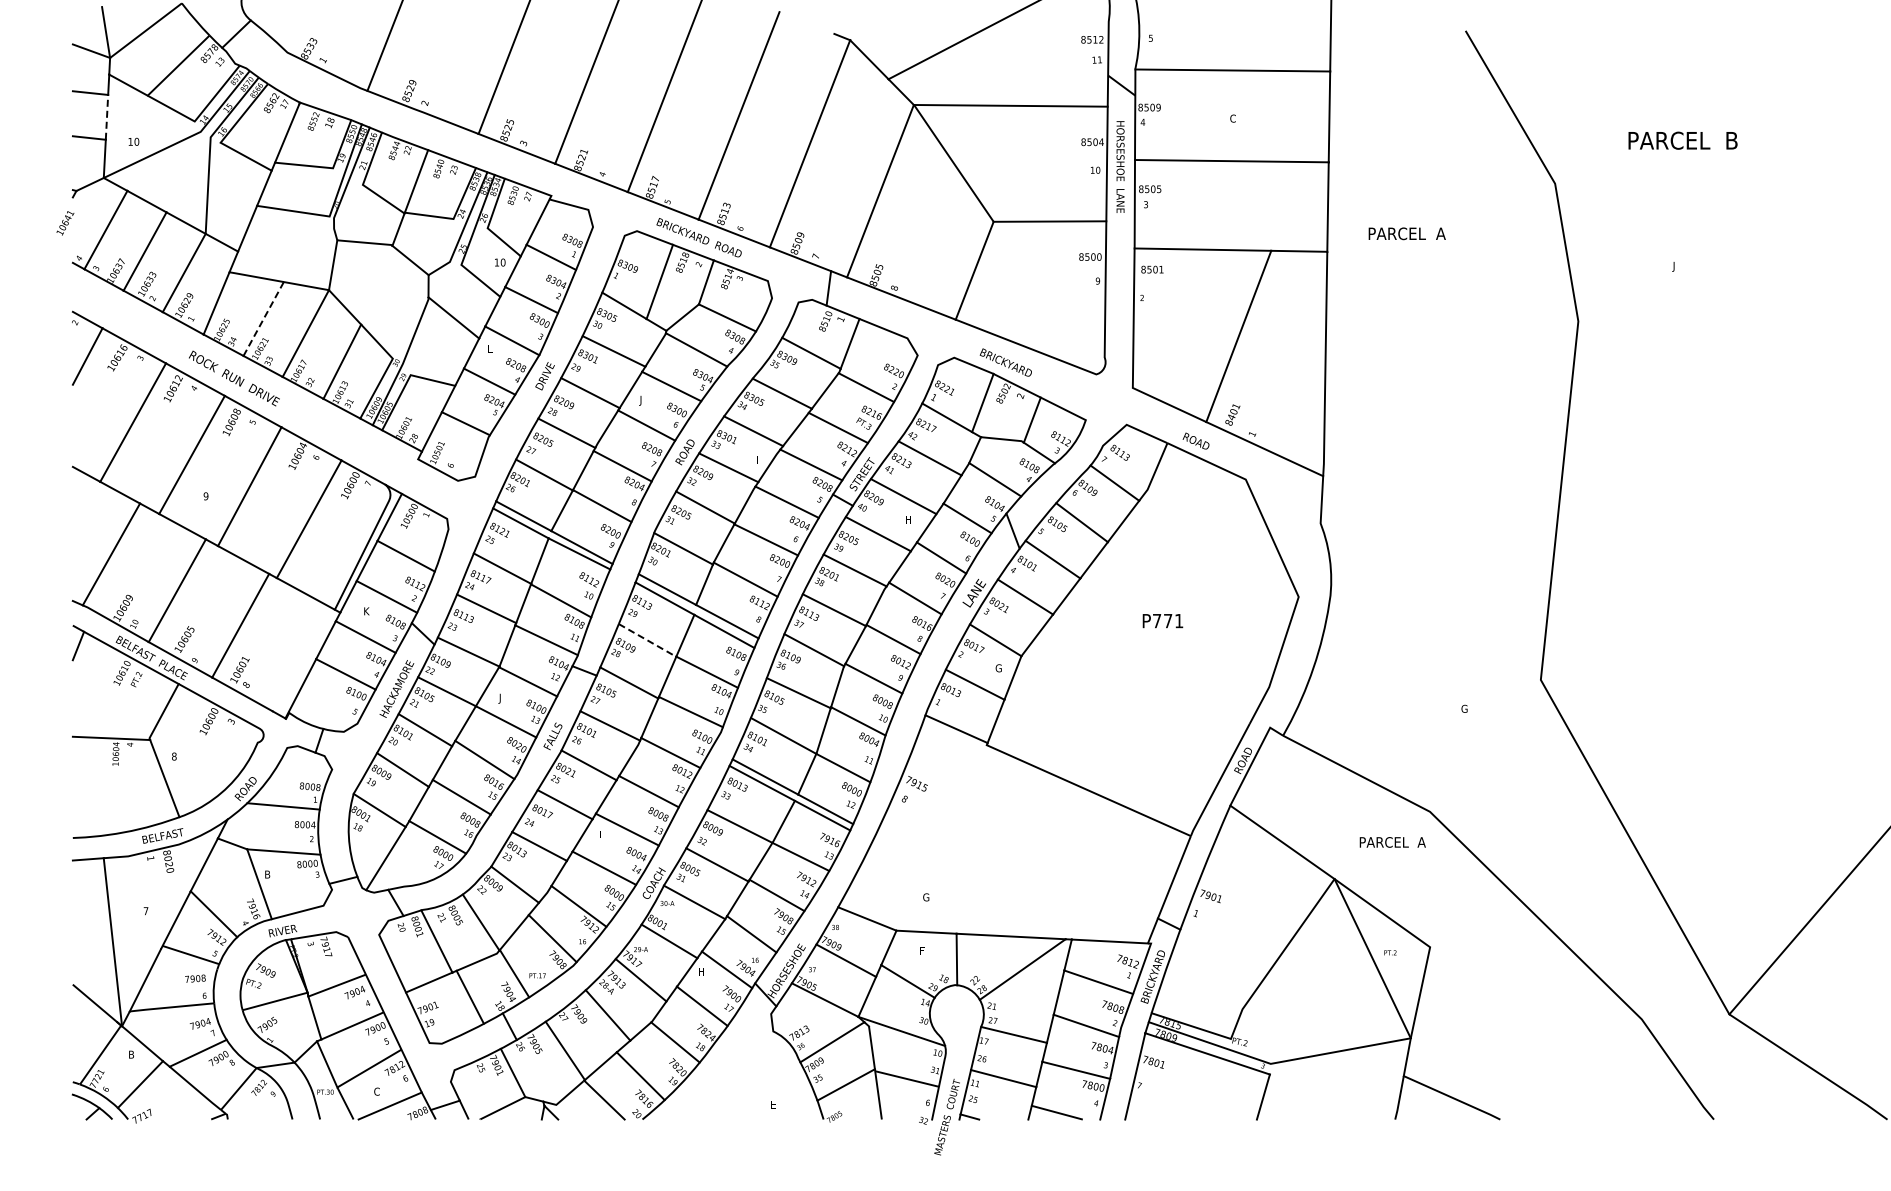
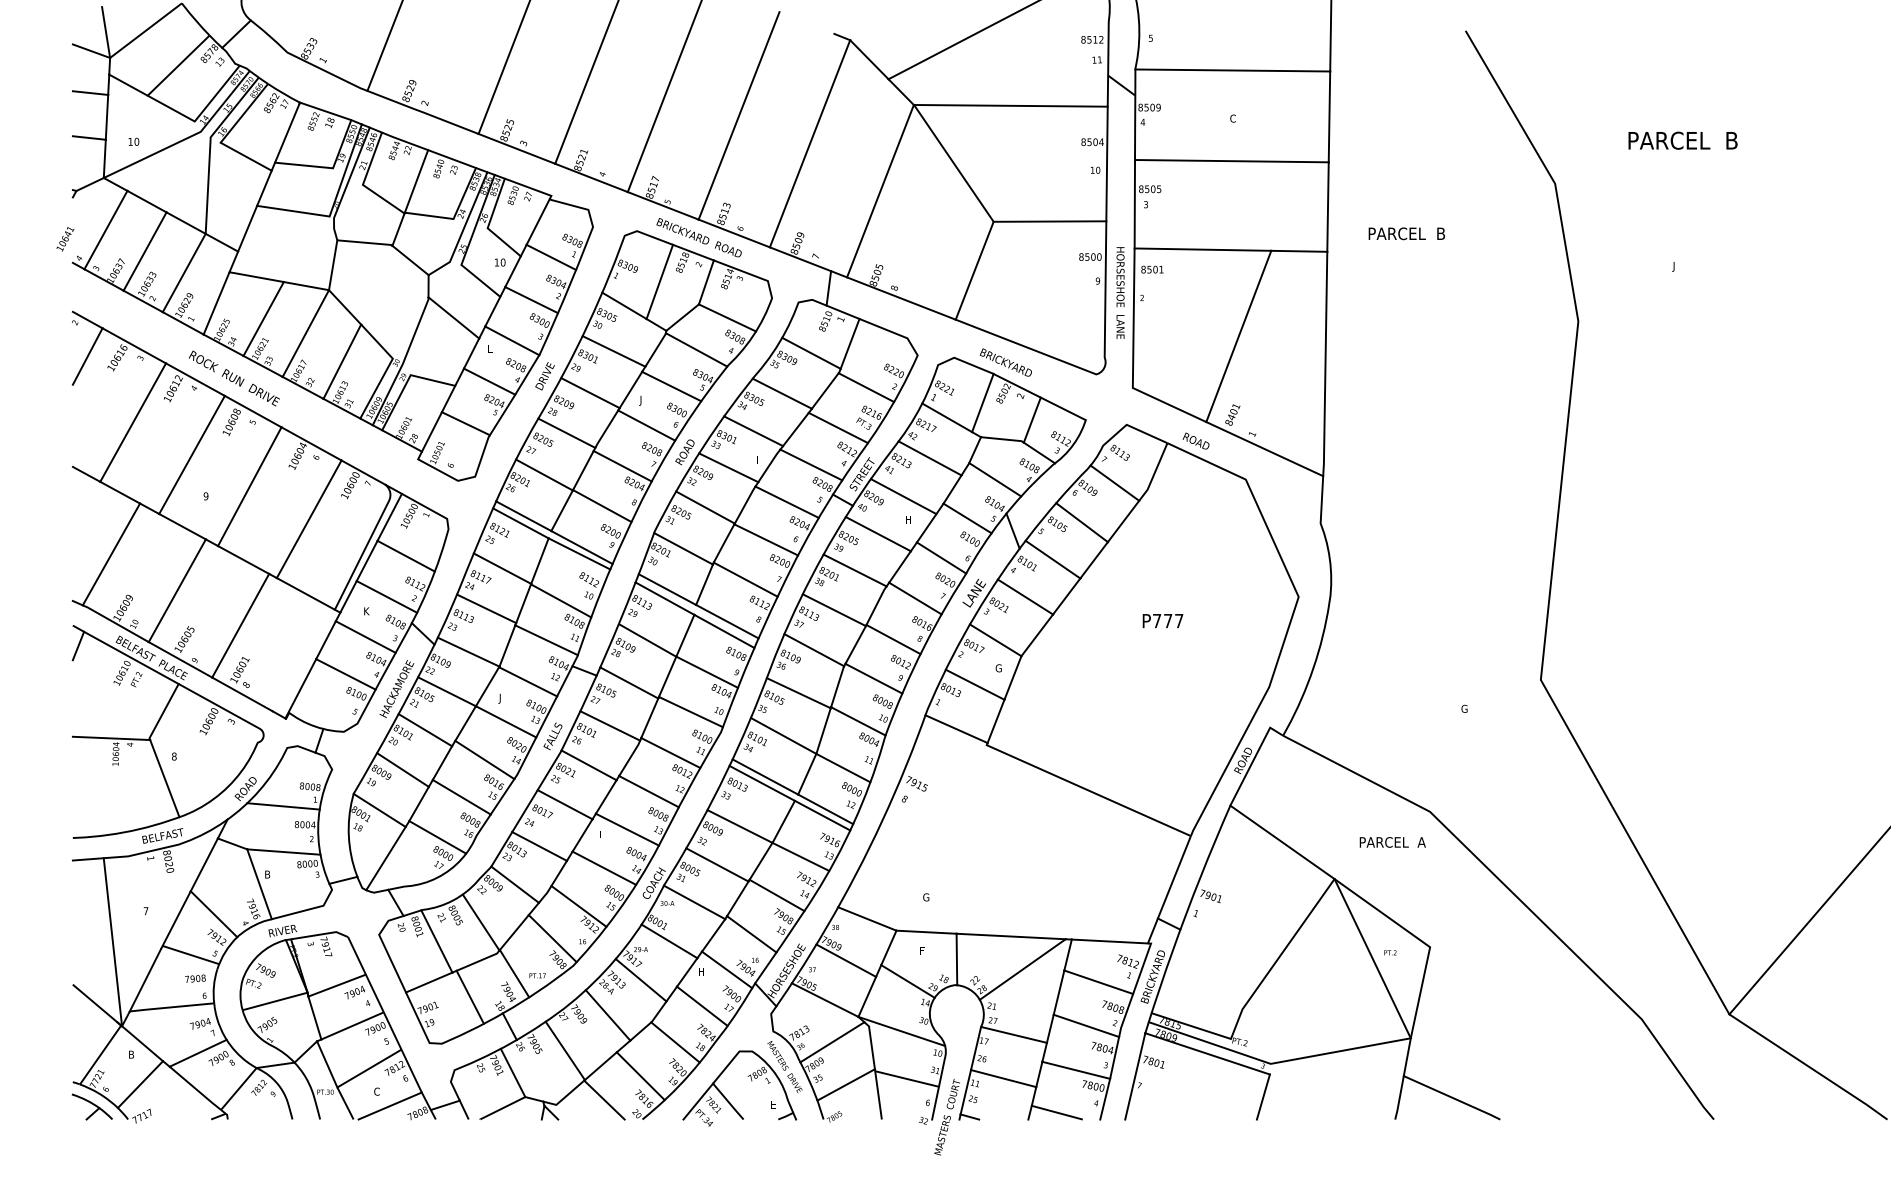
line at (107, 116): dashed -> solid
text at (1120, 166) position: (1120, 166) -> (1120, 292)
text at (65, 223) position: (65, 223) -> (65, 239)
text at (1440, 233): PARCEL  A -> PARCEL  B
line at (263, 318): dashed -> solid
text at (1179, 621): P771 -> P777
line at (648, 640): dashed -> solid
part at (747, 1076): none -> present
